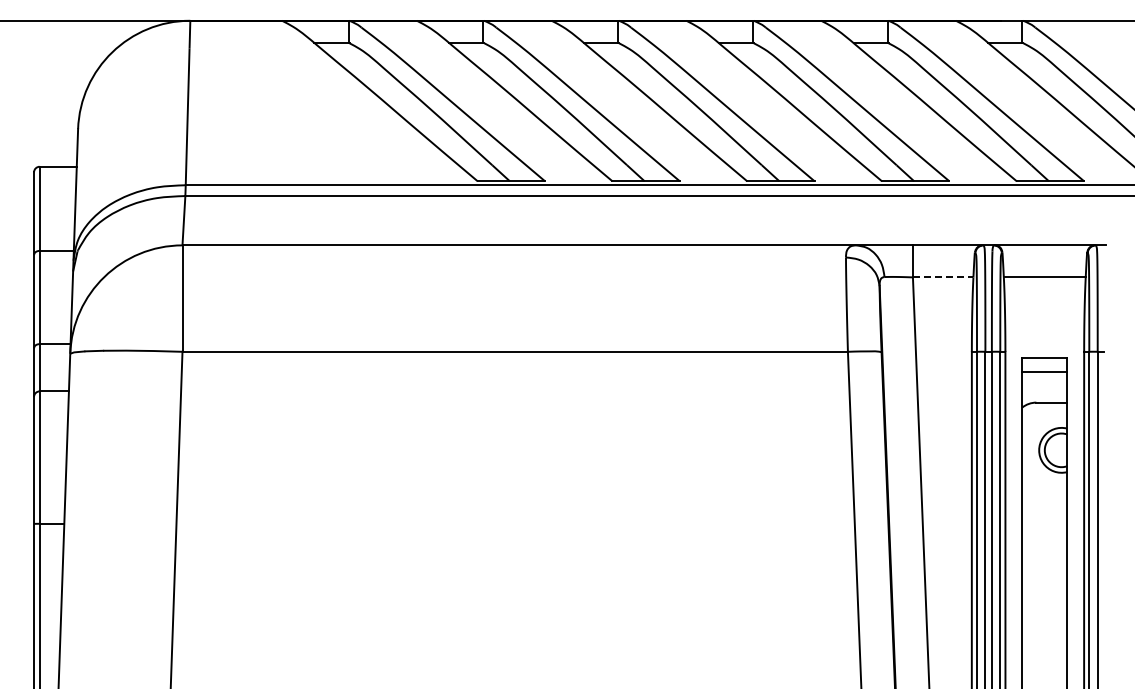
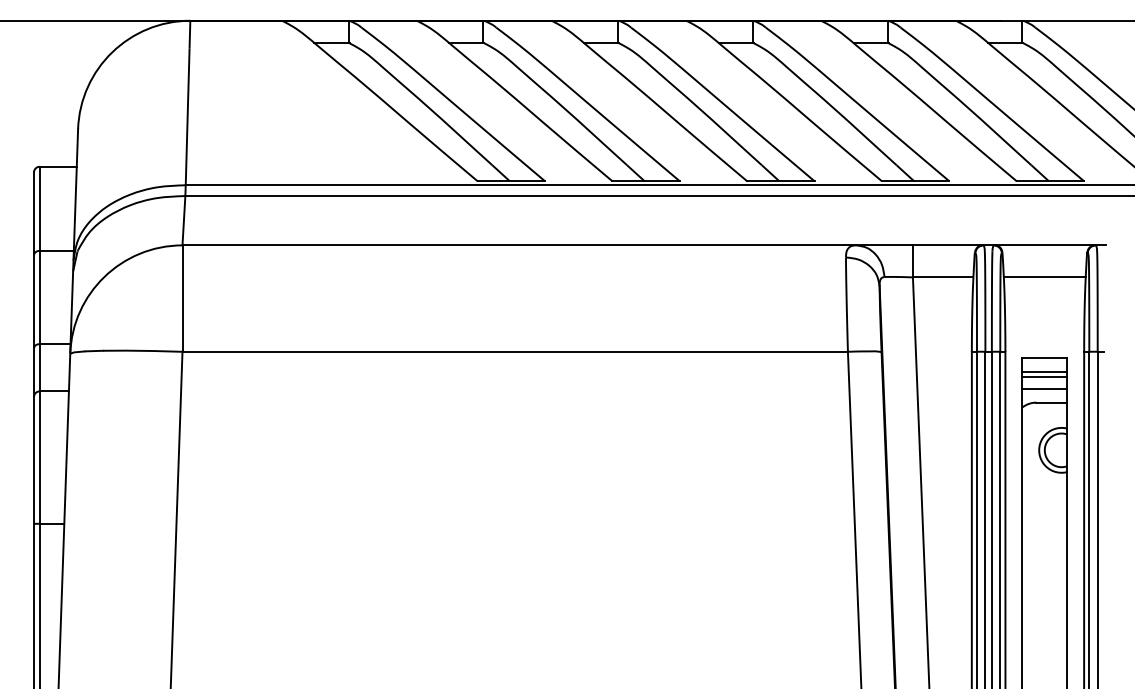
line at (943, 277): dashed -> solid
line at (1044, 377): none -> present
line at (1044, 388): none -> present
